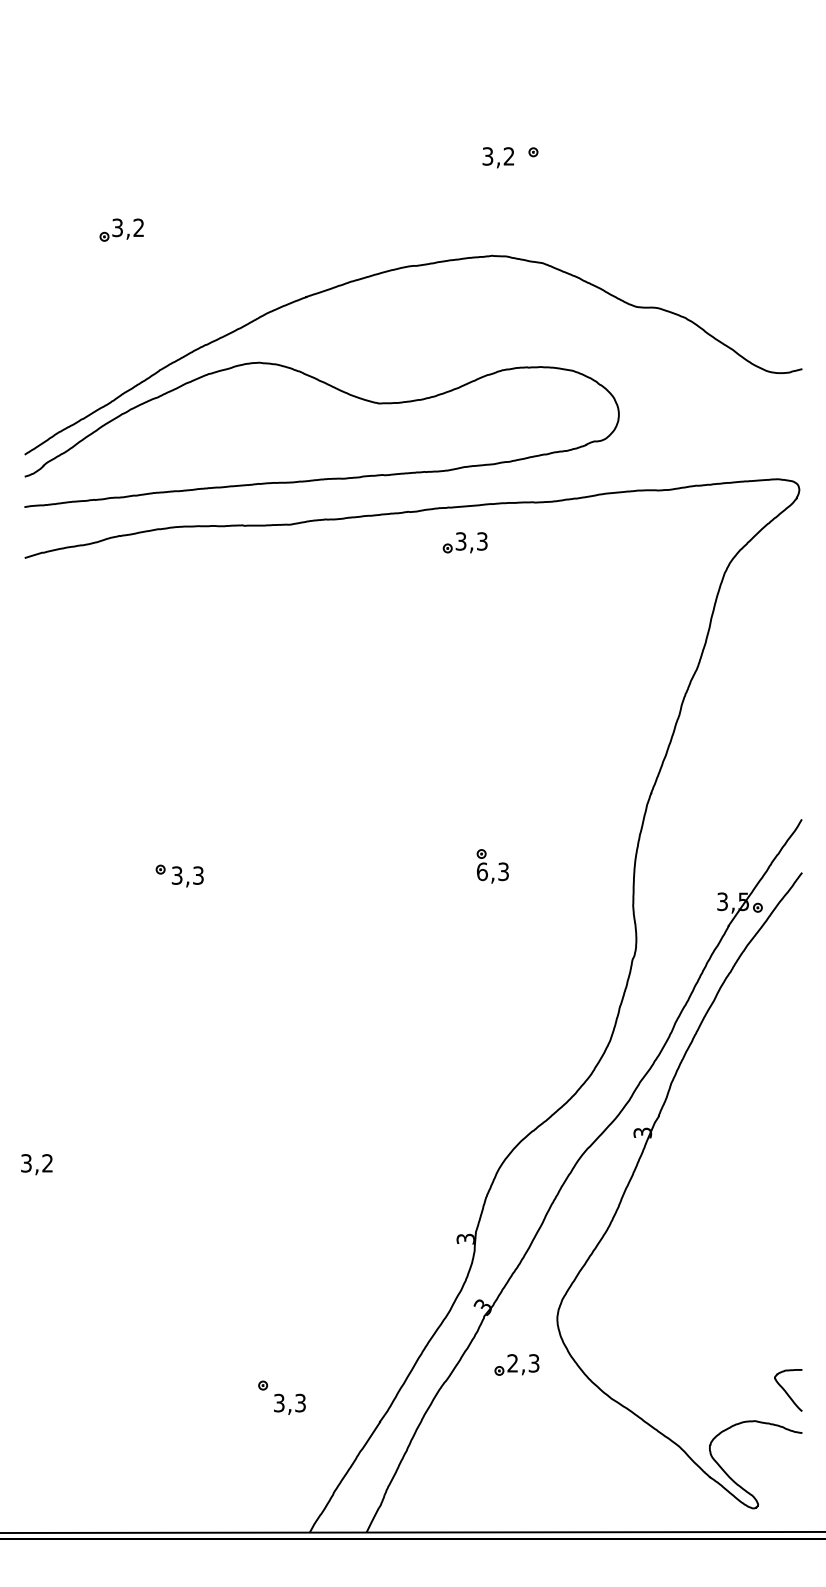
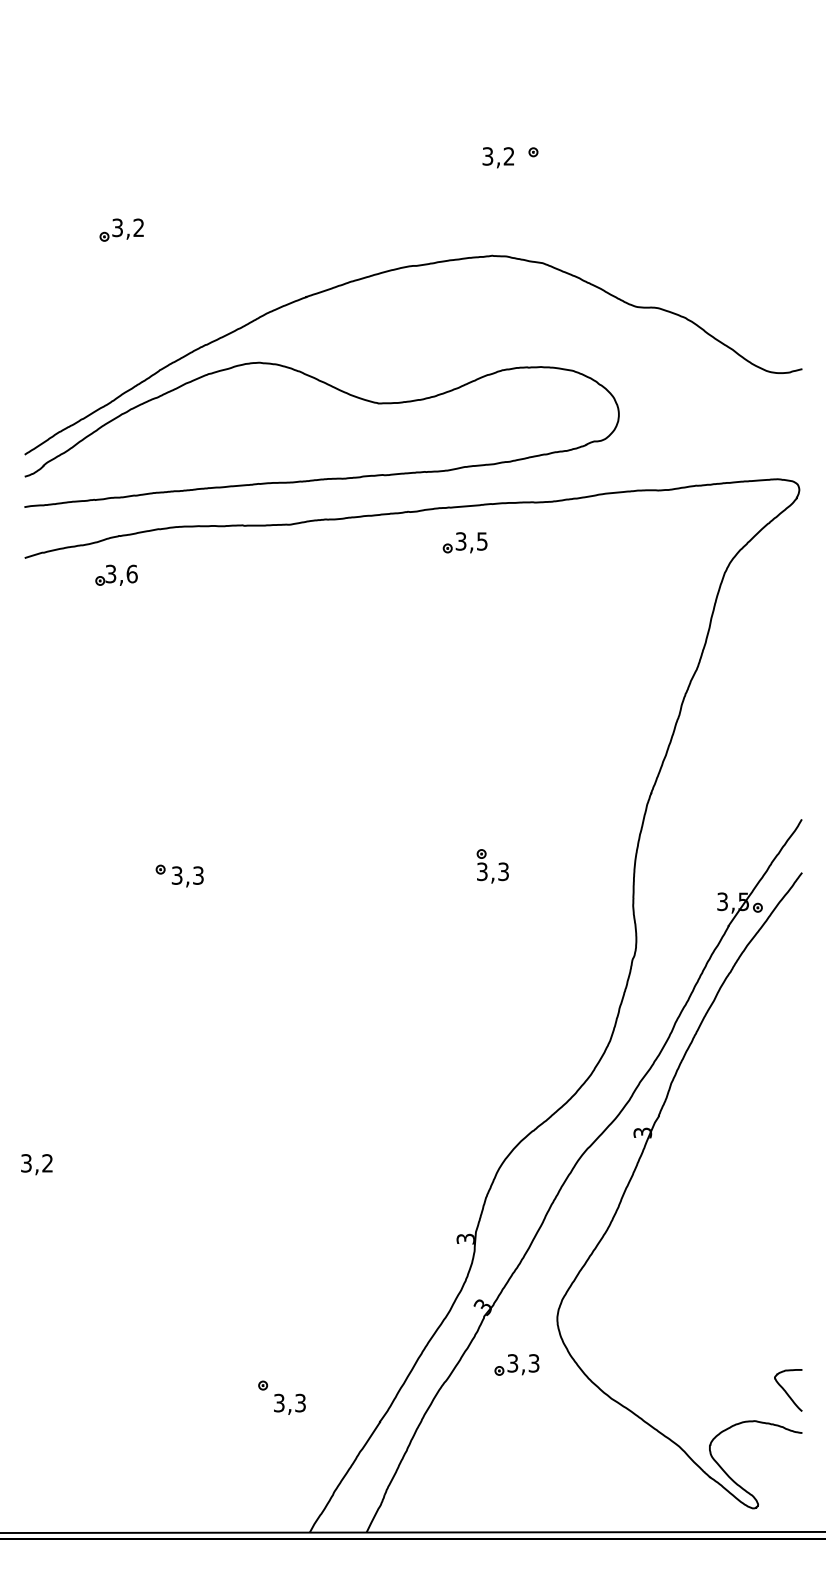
text at (482, 541): 3,3 -> 3,5
part at (116, 574): none -> present
text at (481, 871): 6,3 -> 3,3
text at (512, 1363): 2,3 -> 3,3
